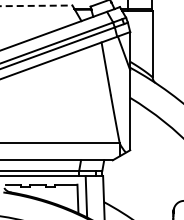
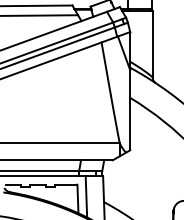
line at (36, 5): dashed -> solid
line at (40, 15): none -> present
